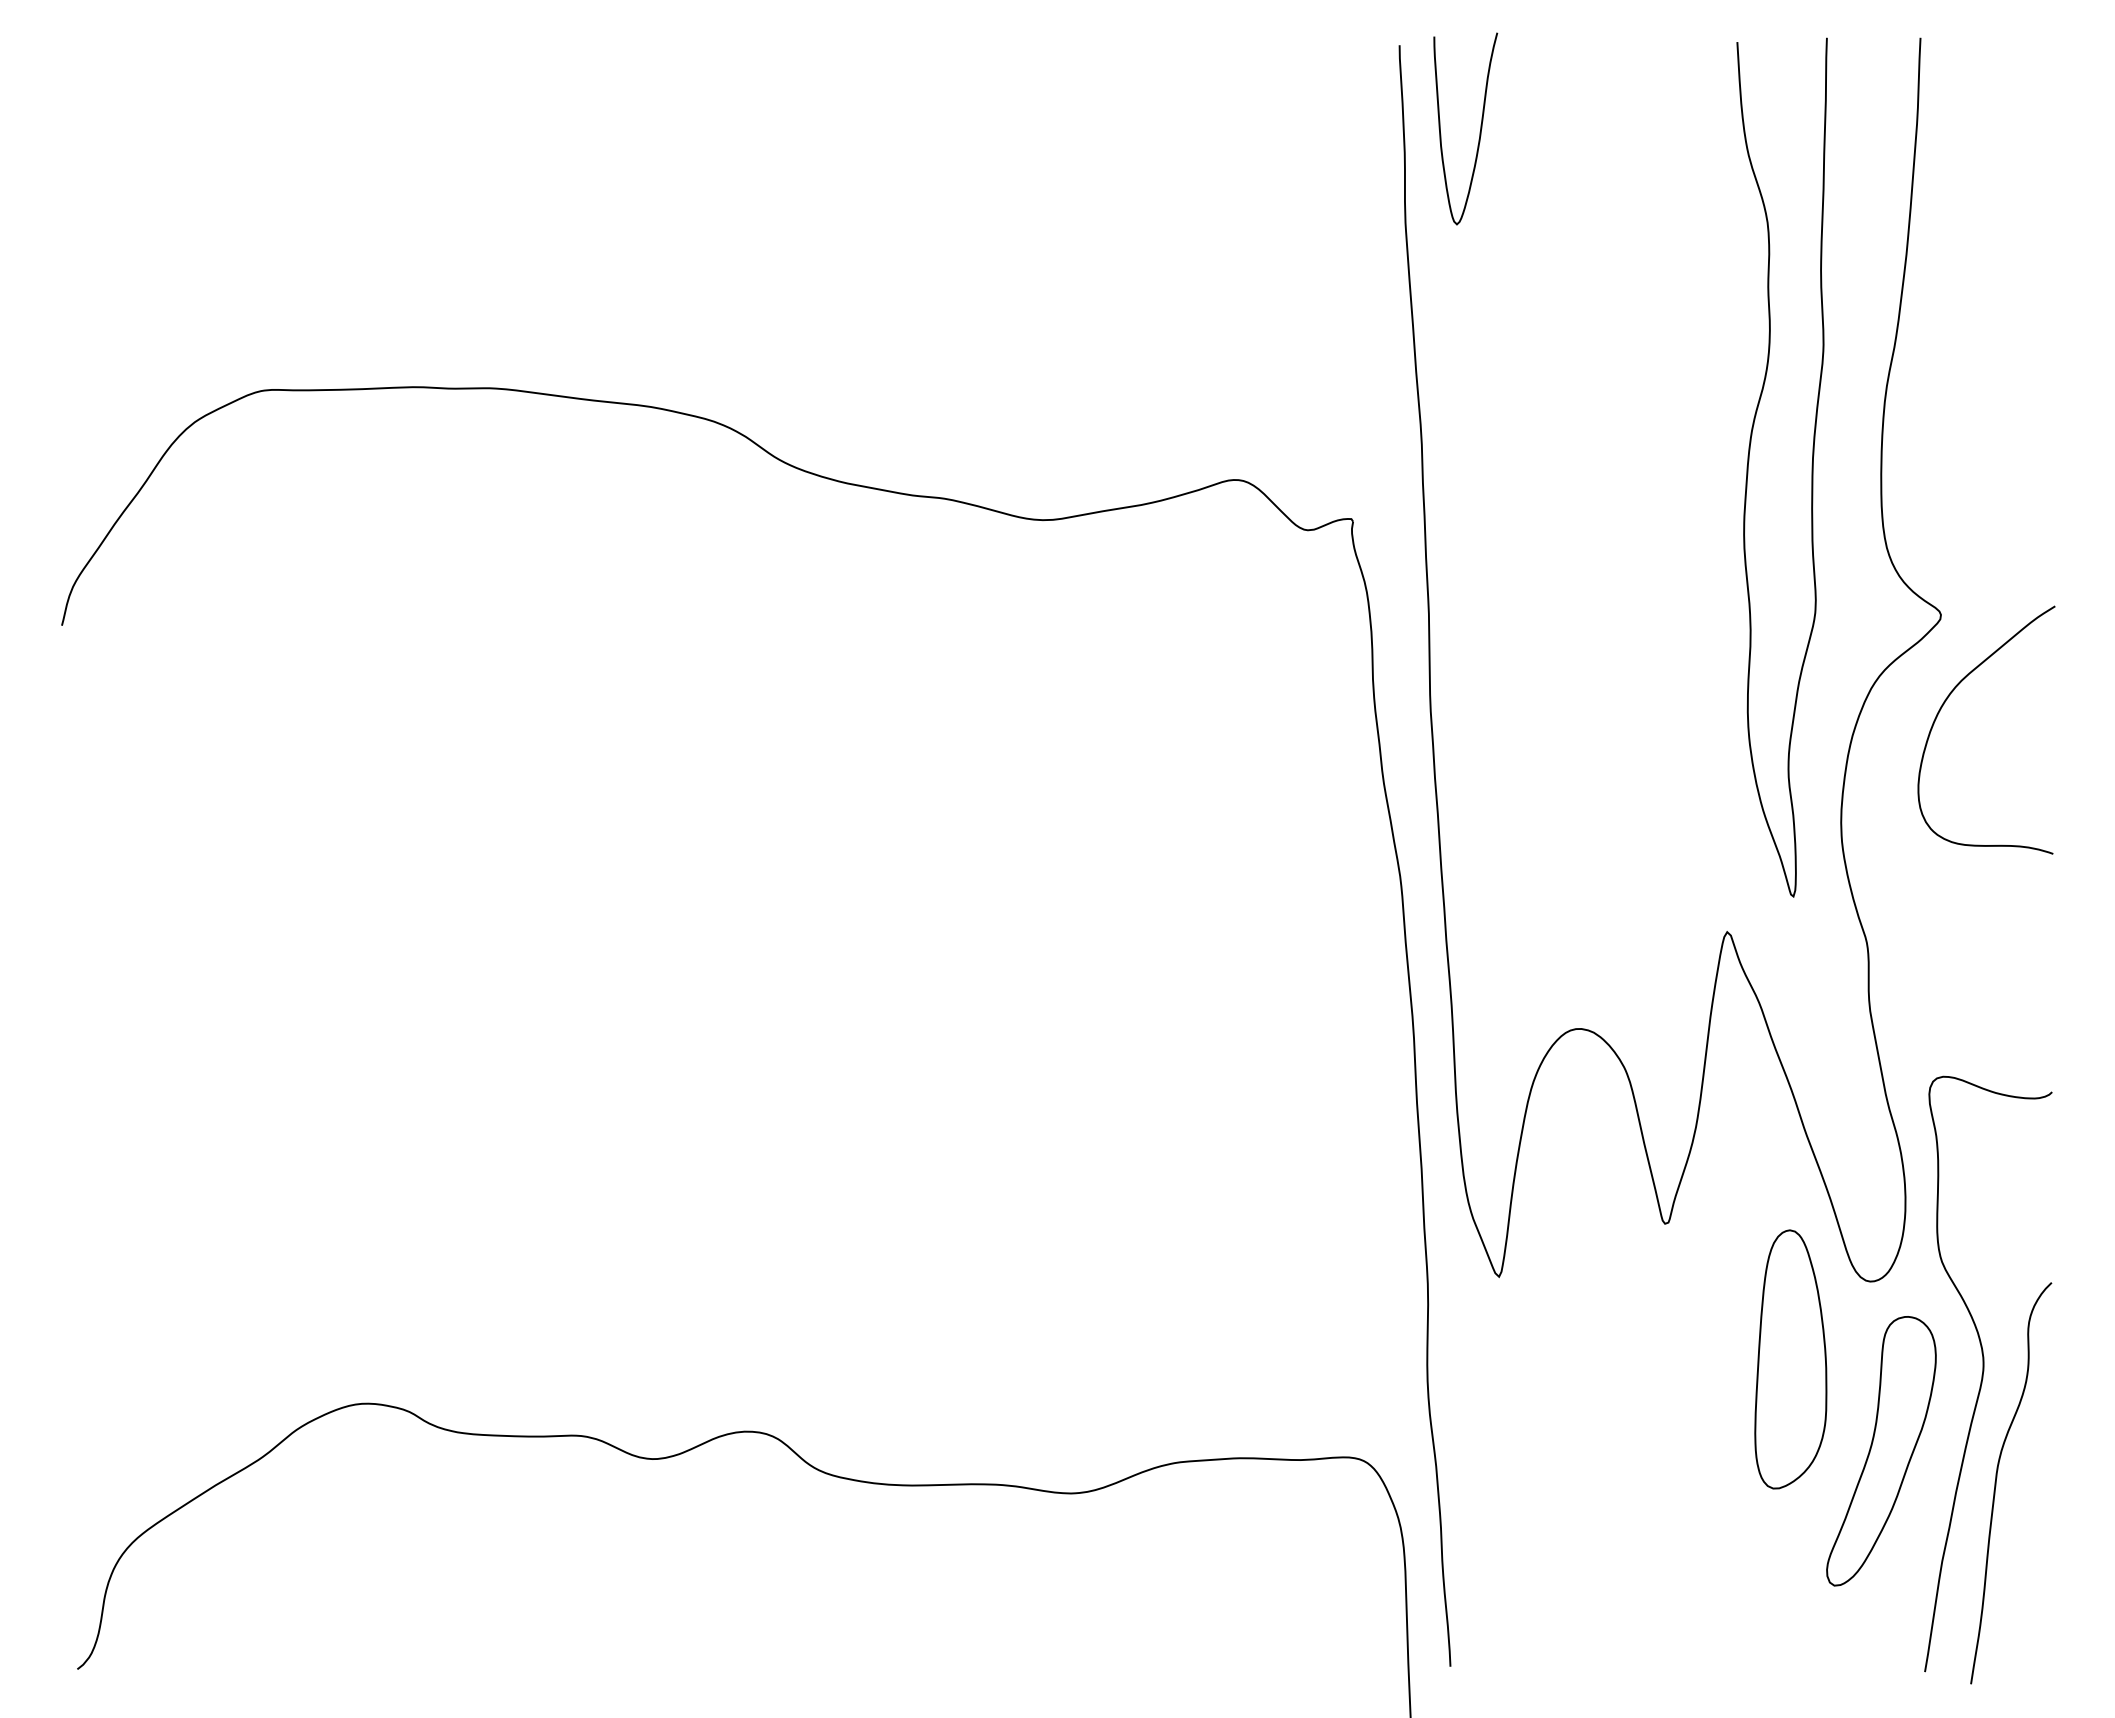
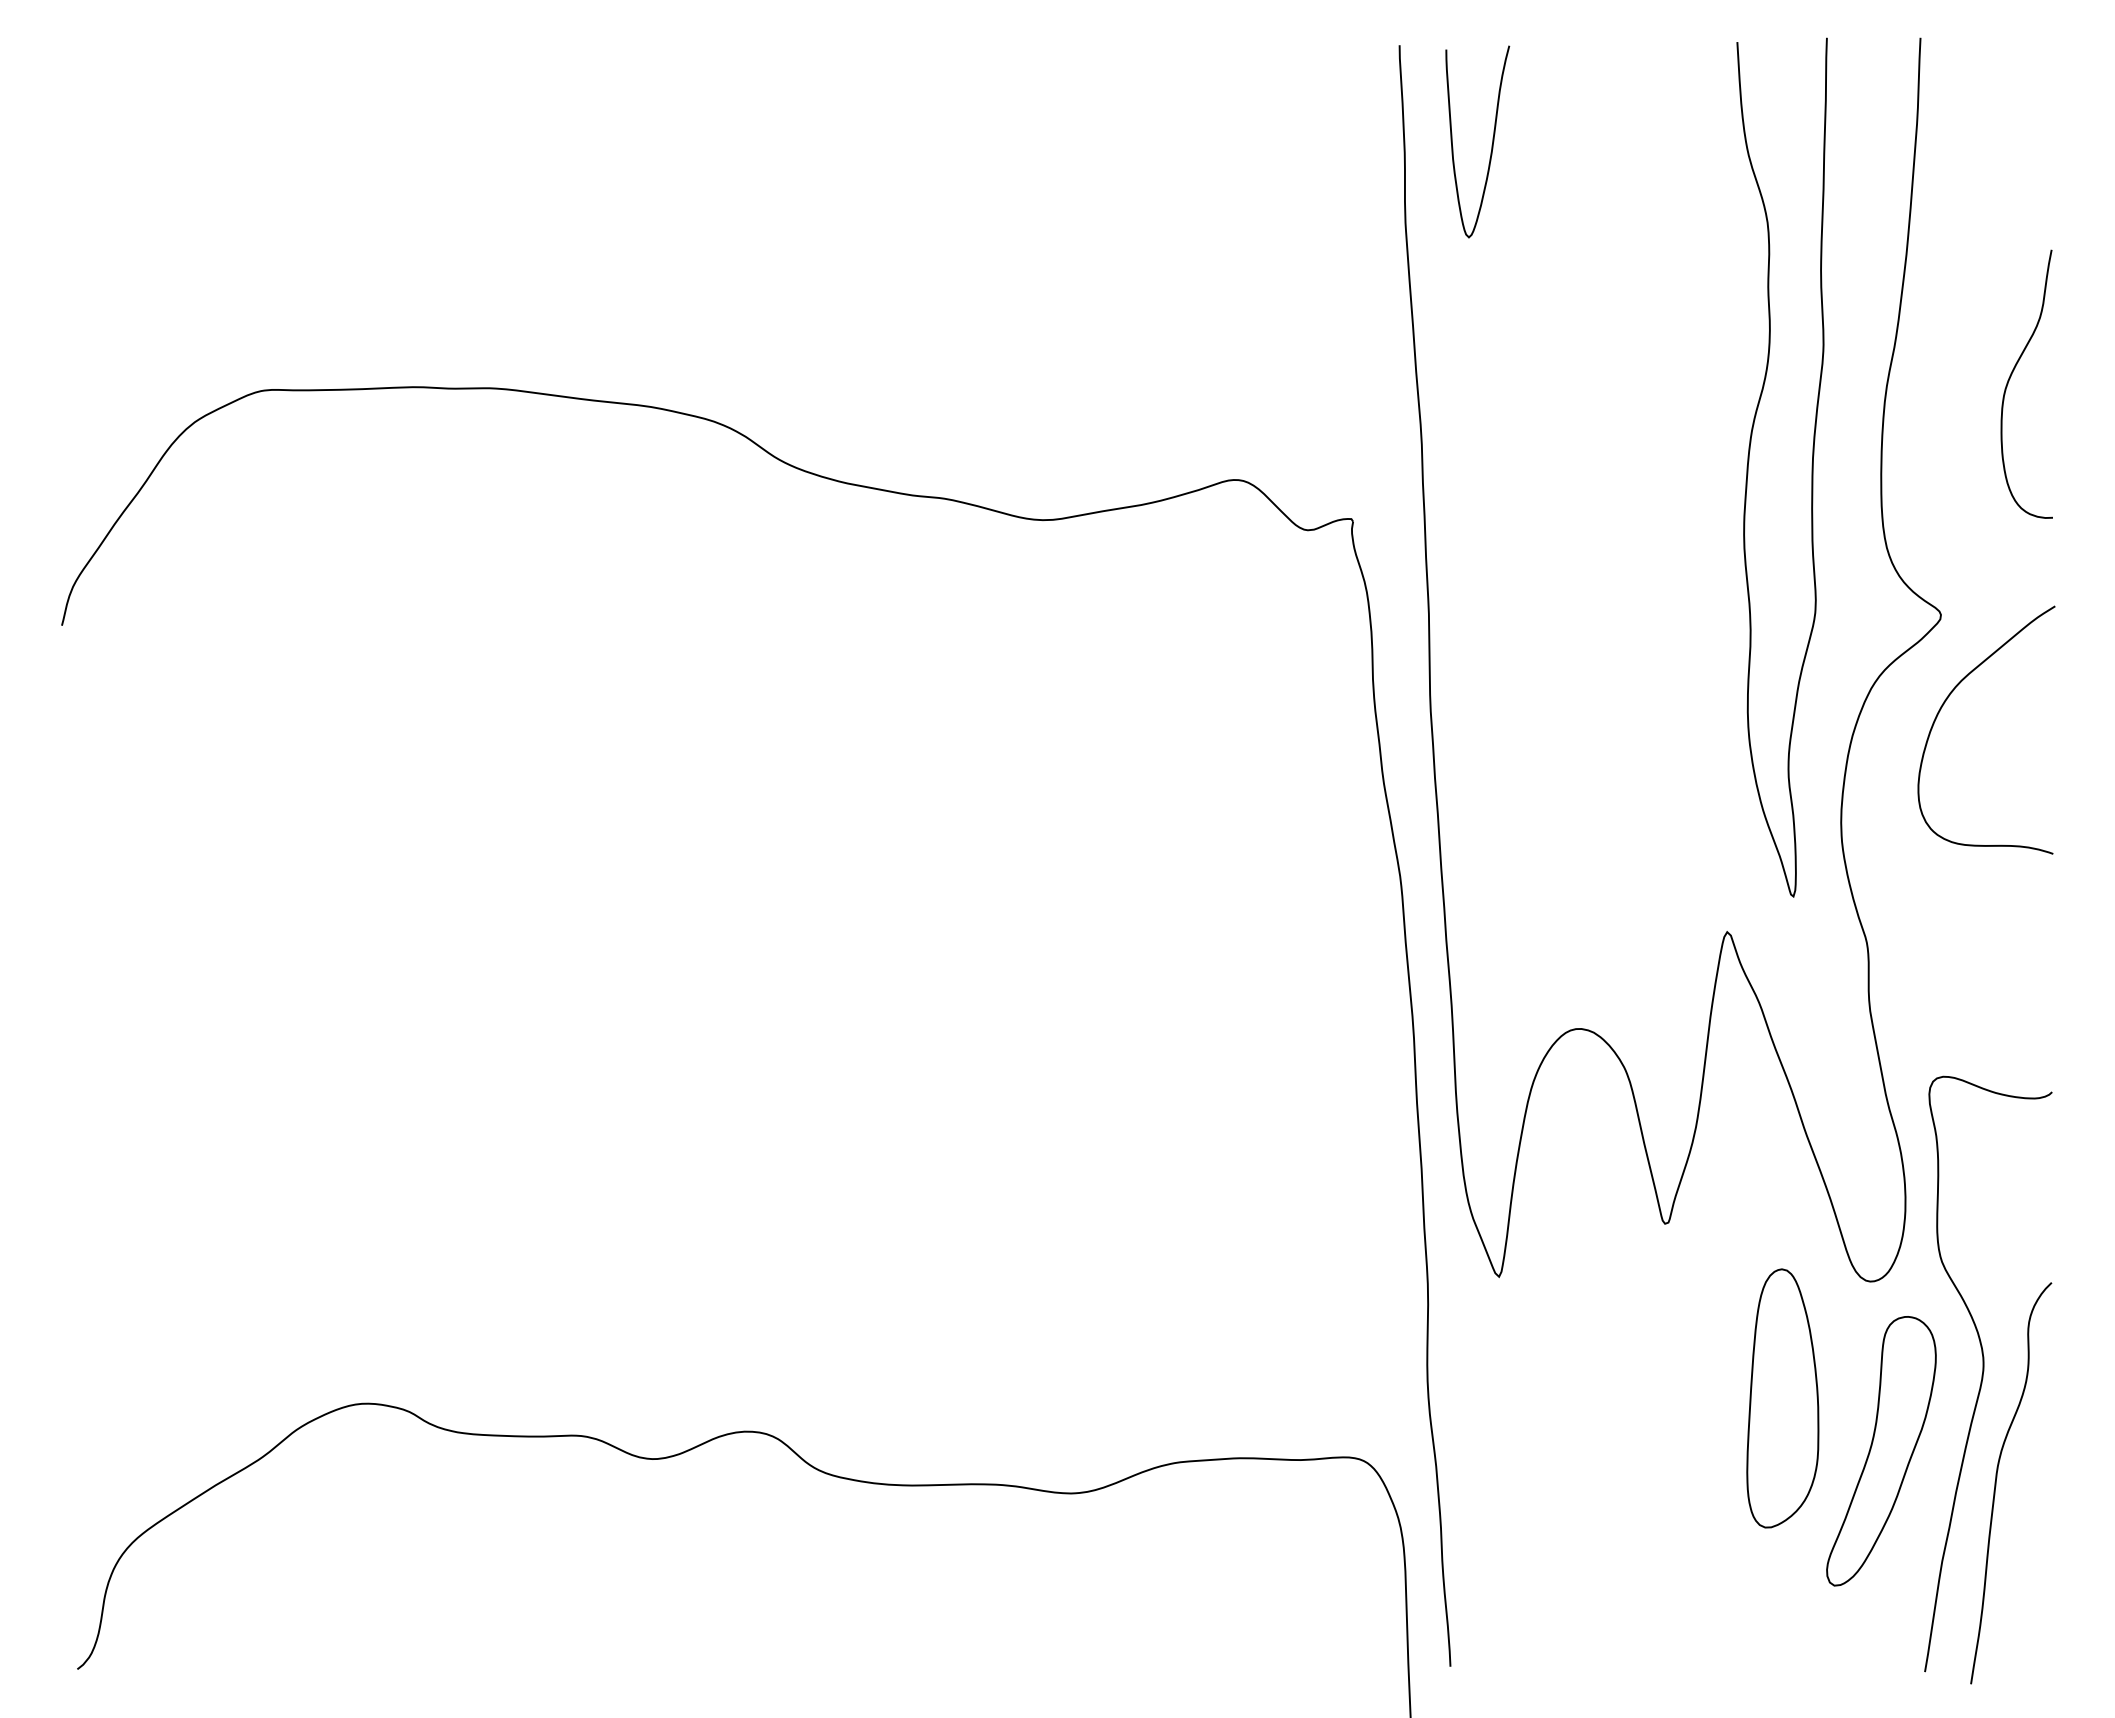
curve at (1479, 131) position: (1479, 131) -> (1491, 144)
curve at (2010, 379): none -> present
part at (1790, 1359) position: (1790, 1359) -> (1782, 1398)
